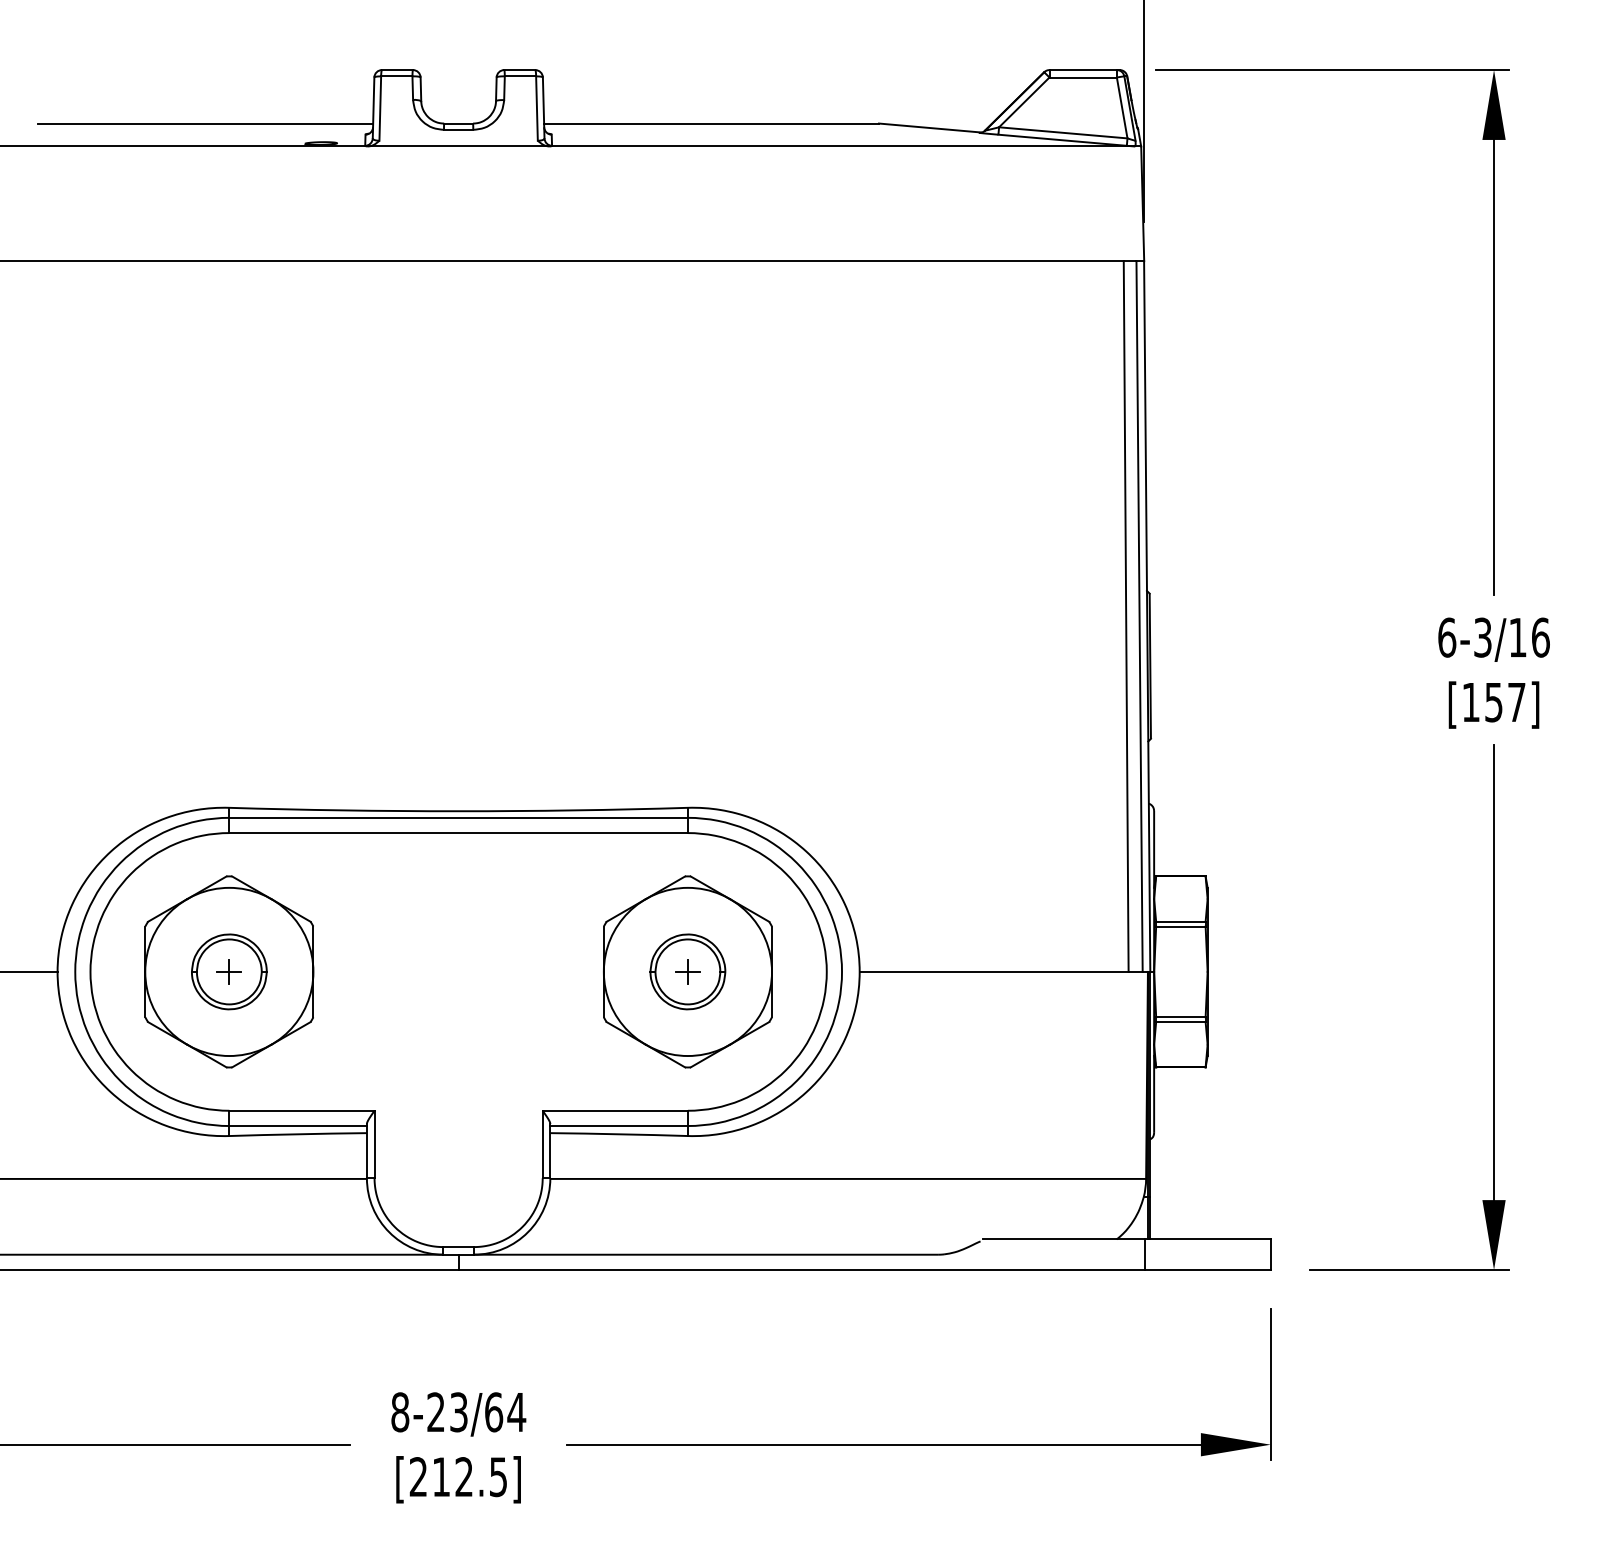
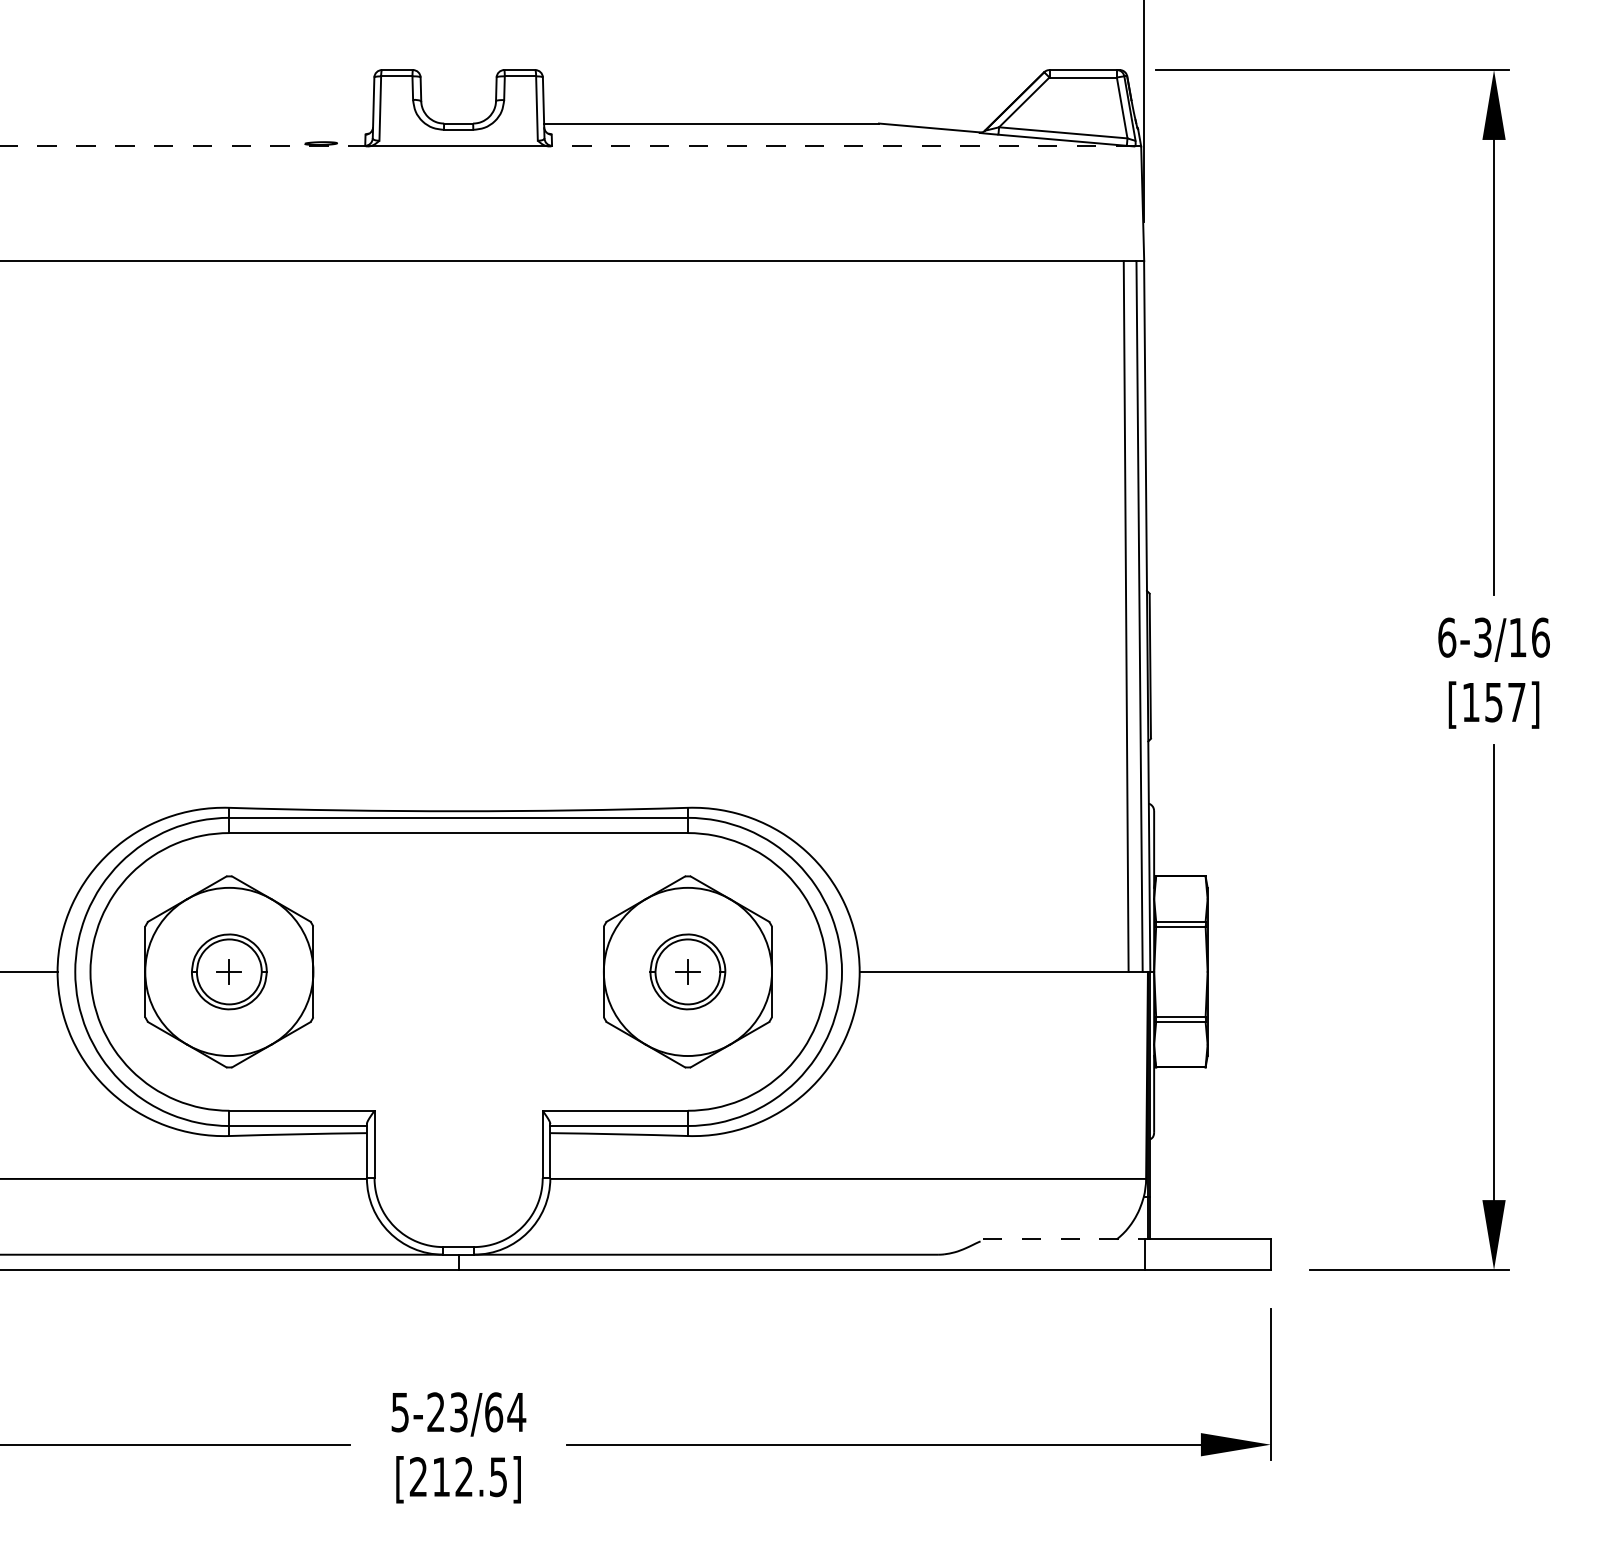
line at (205, 123): present -> none
line at (183, 146): solid -> dashed
line at (842, 146): solid -> dashed
line at (1063, 1239): solid -> dashed
text at (400, 1412): 8-23/64 -> 5-23/64
